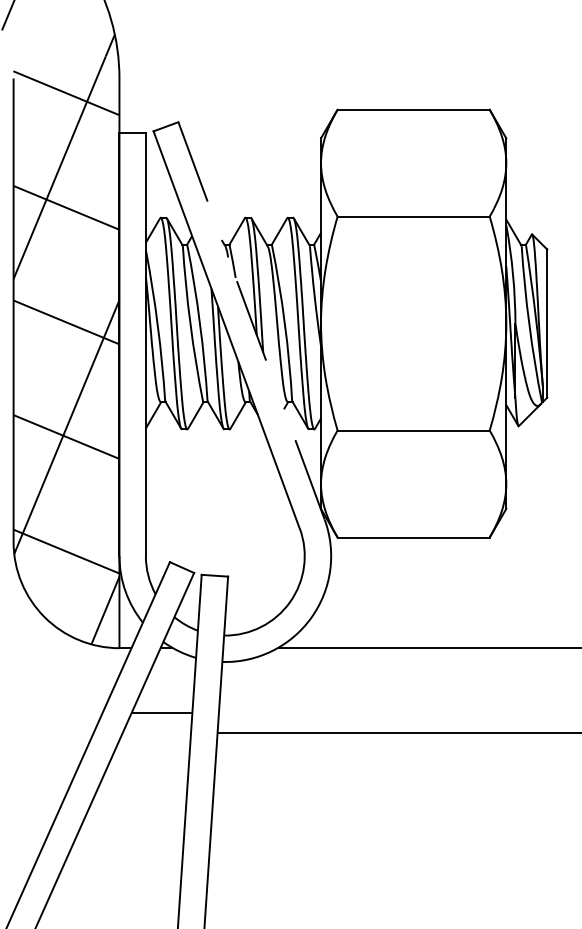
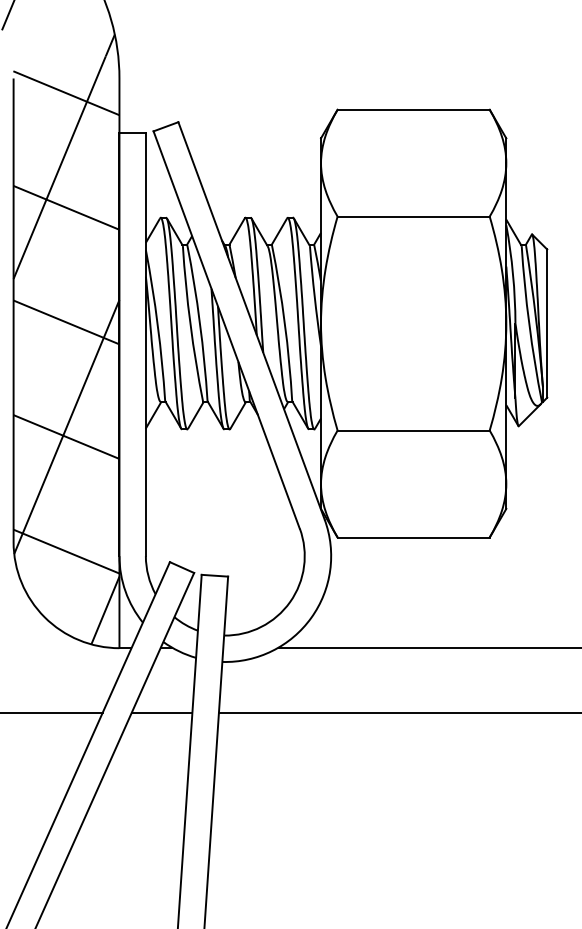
line at (251, 320): dashed -> solid
line at (52, 712): none -> present
line at (398, 732) position: (398, 732) -> (398, 712)
